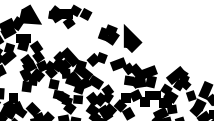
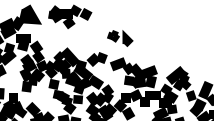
part at (120, 38) size: 45x29 px -> 27x17 px
